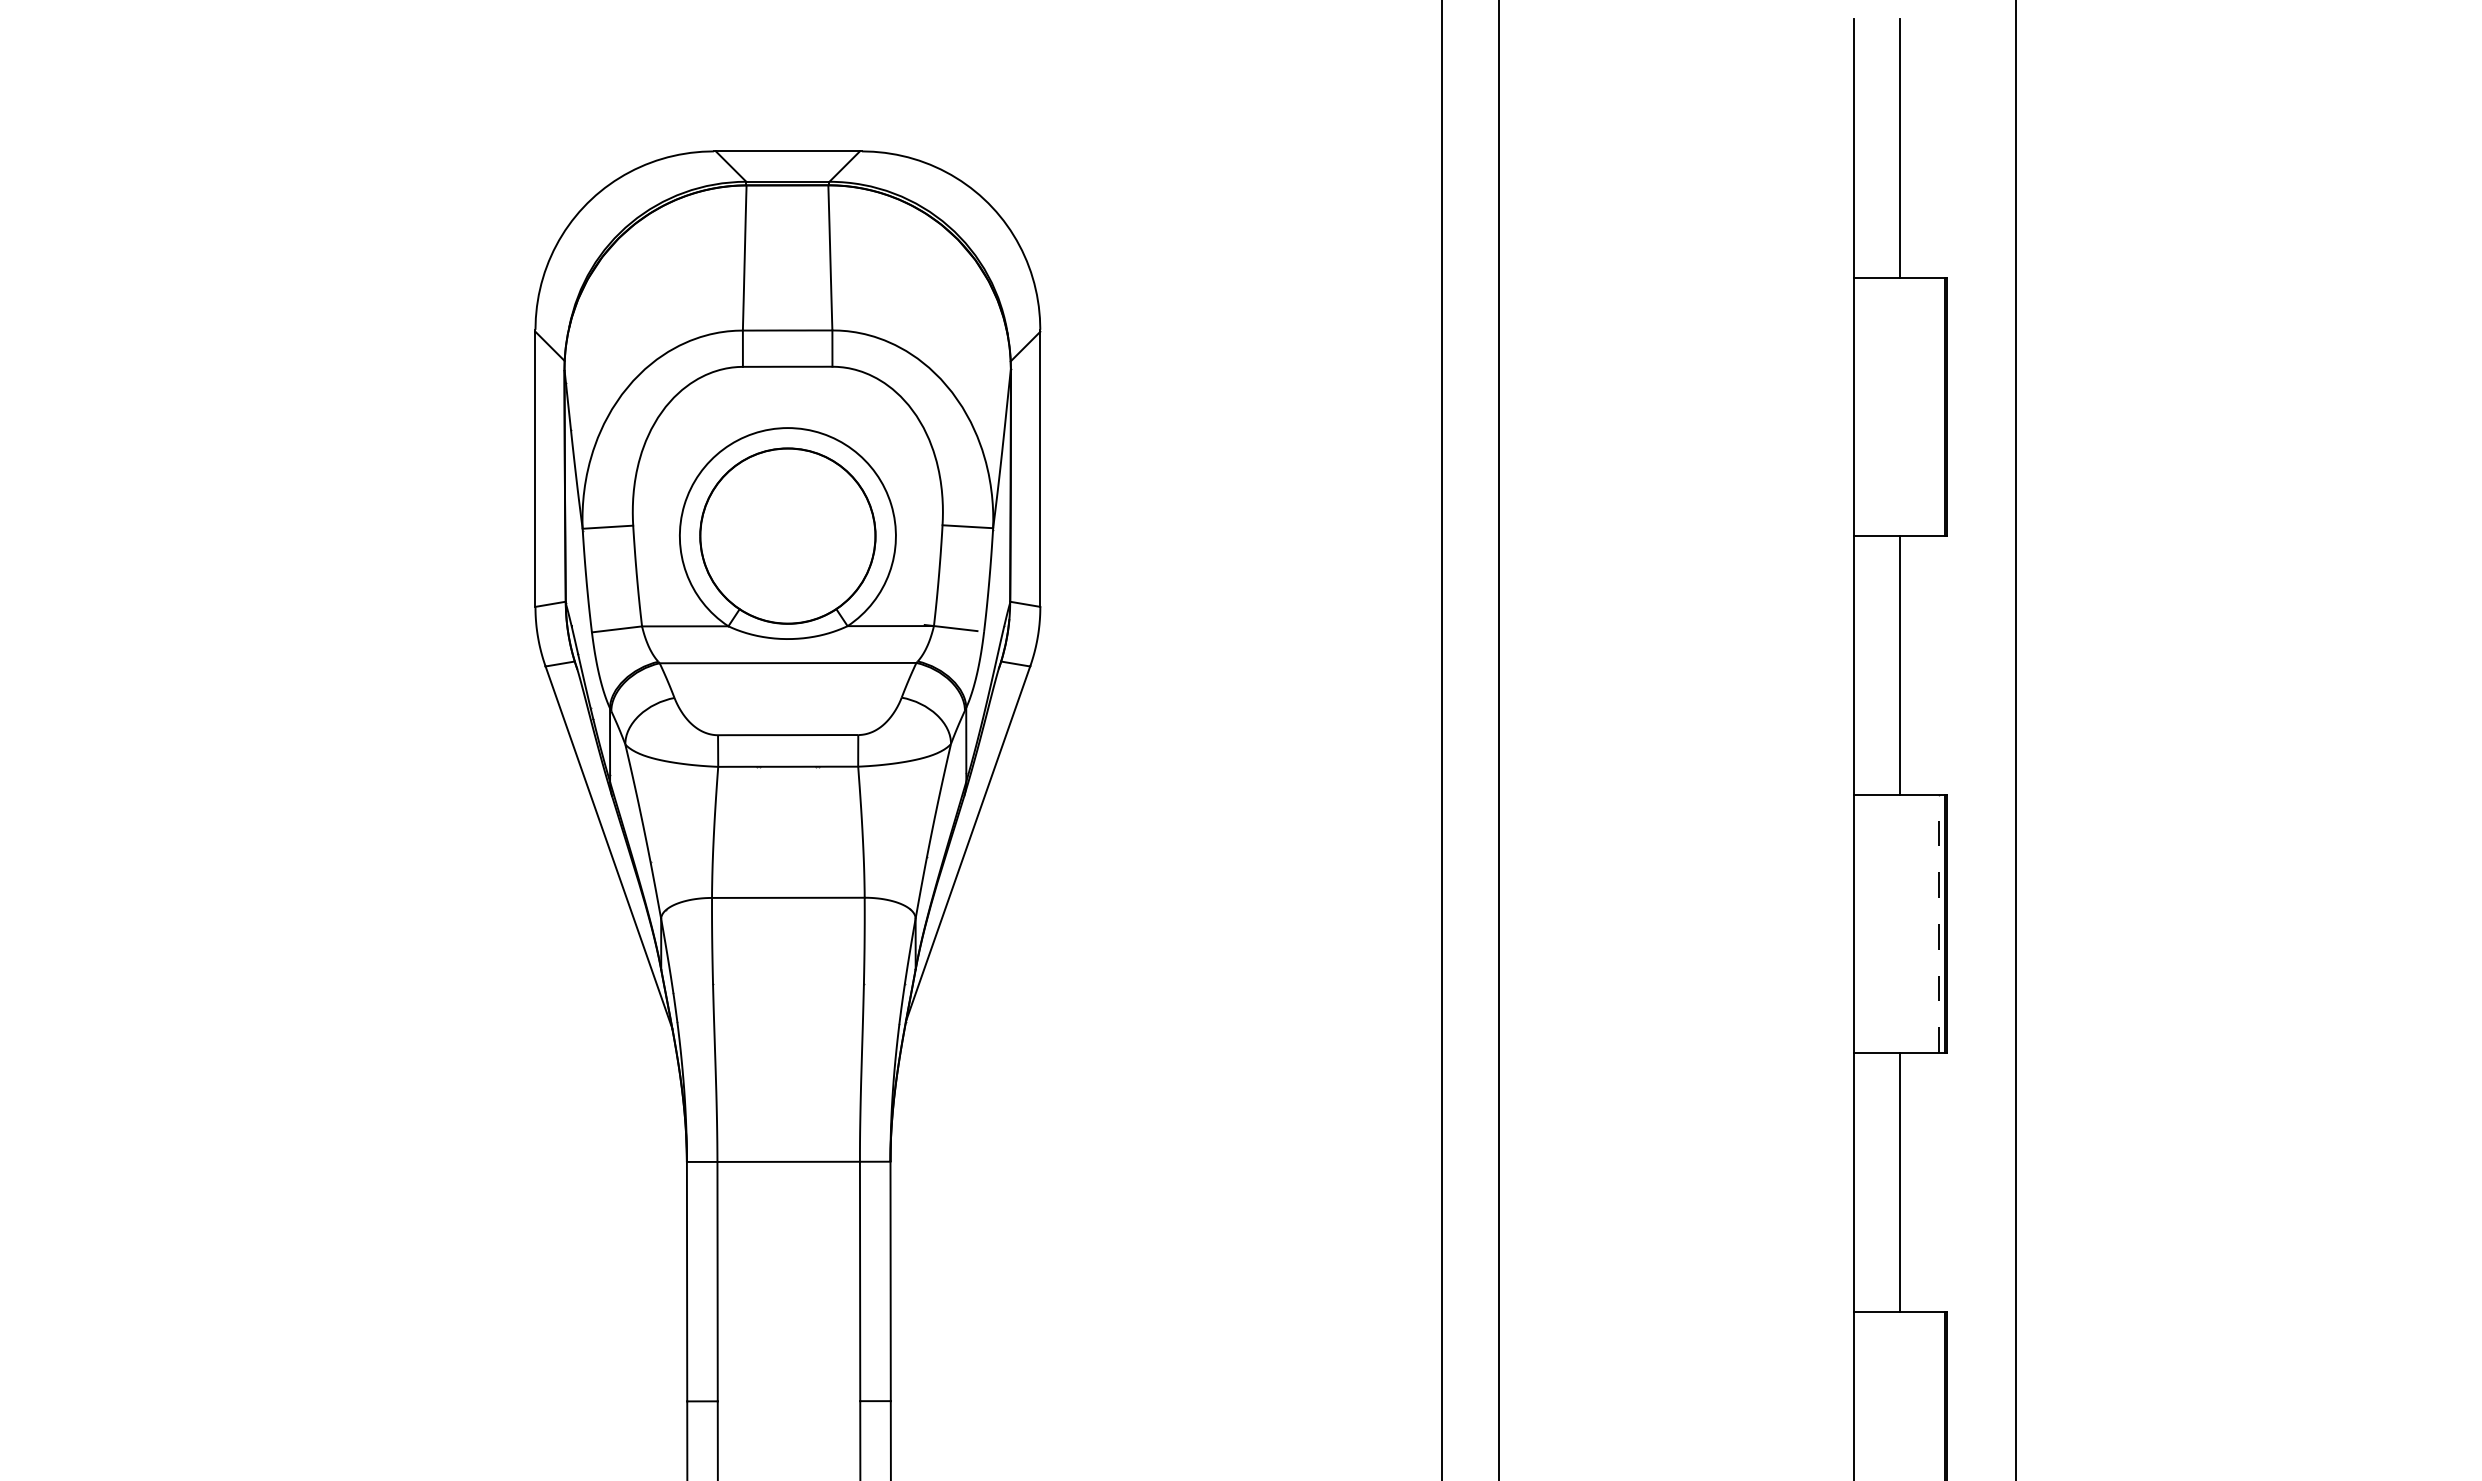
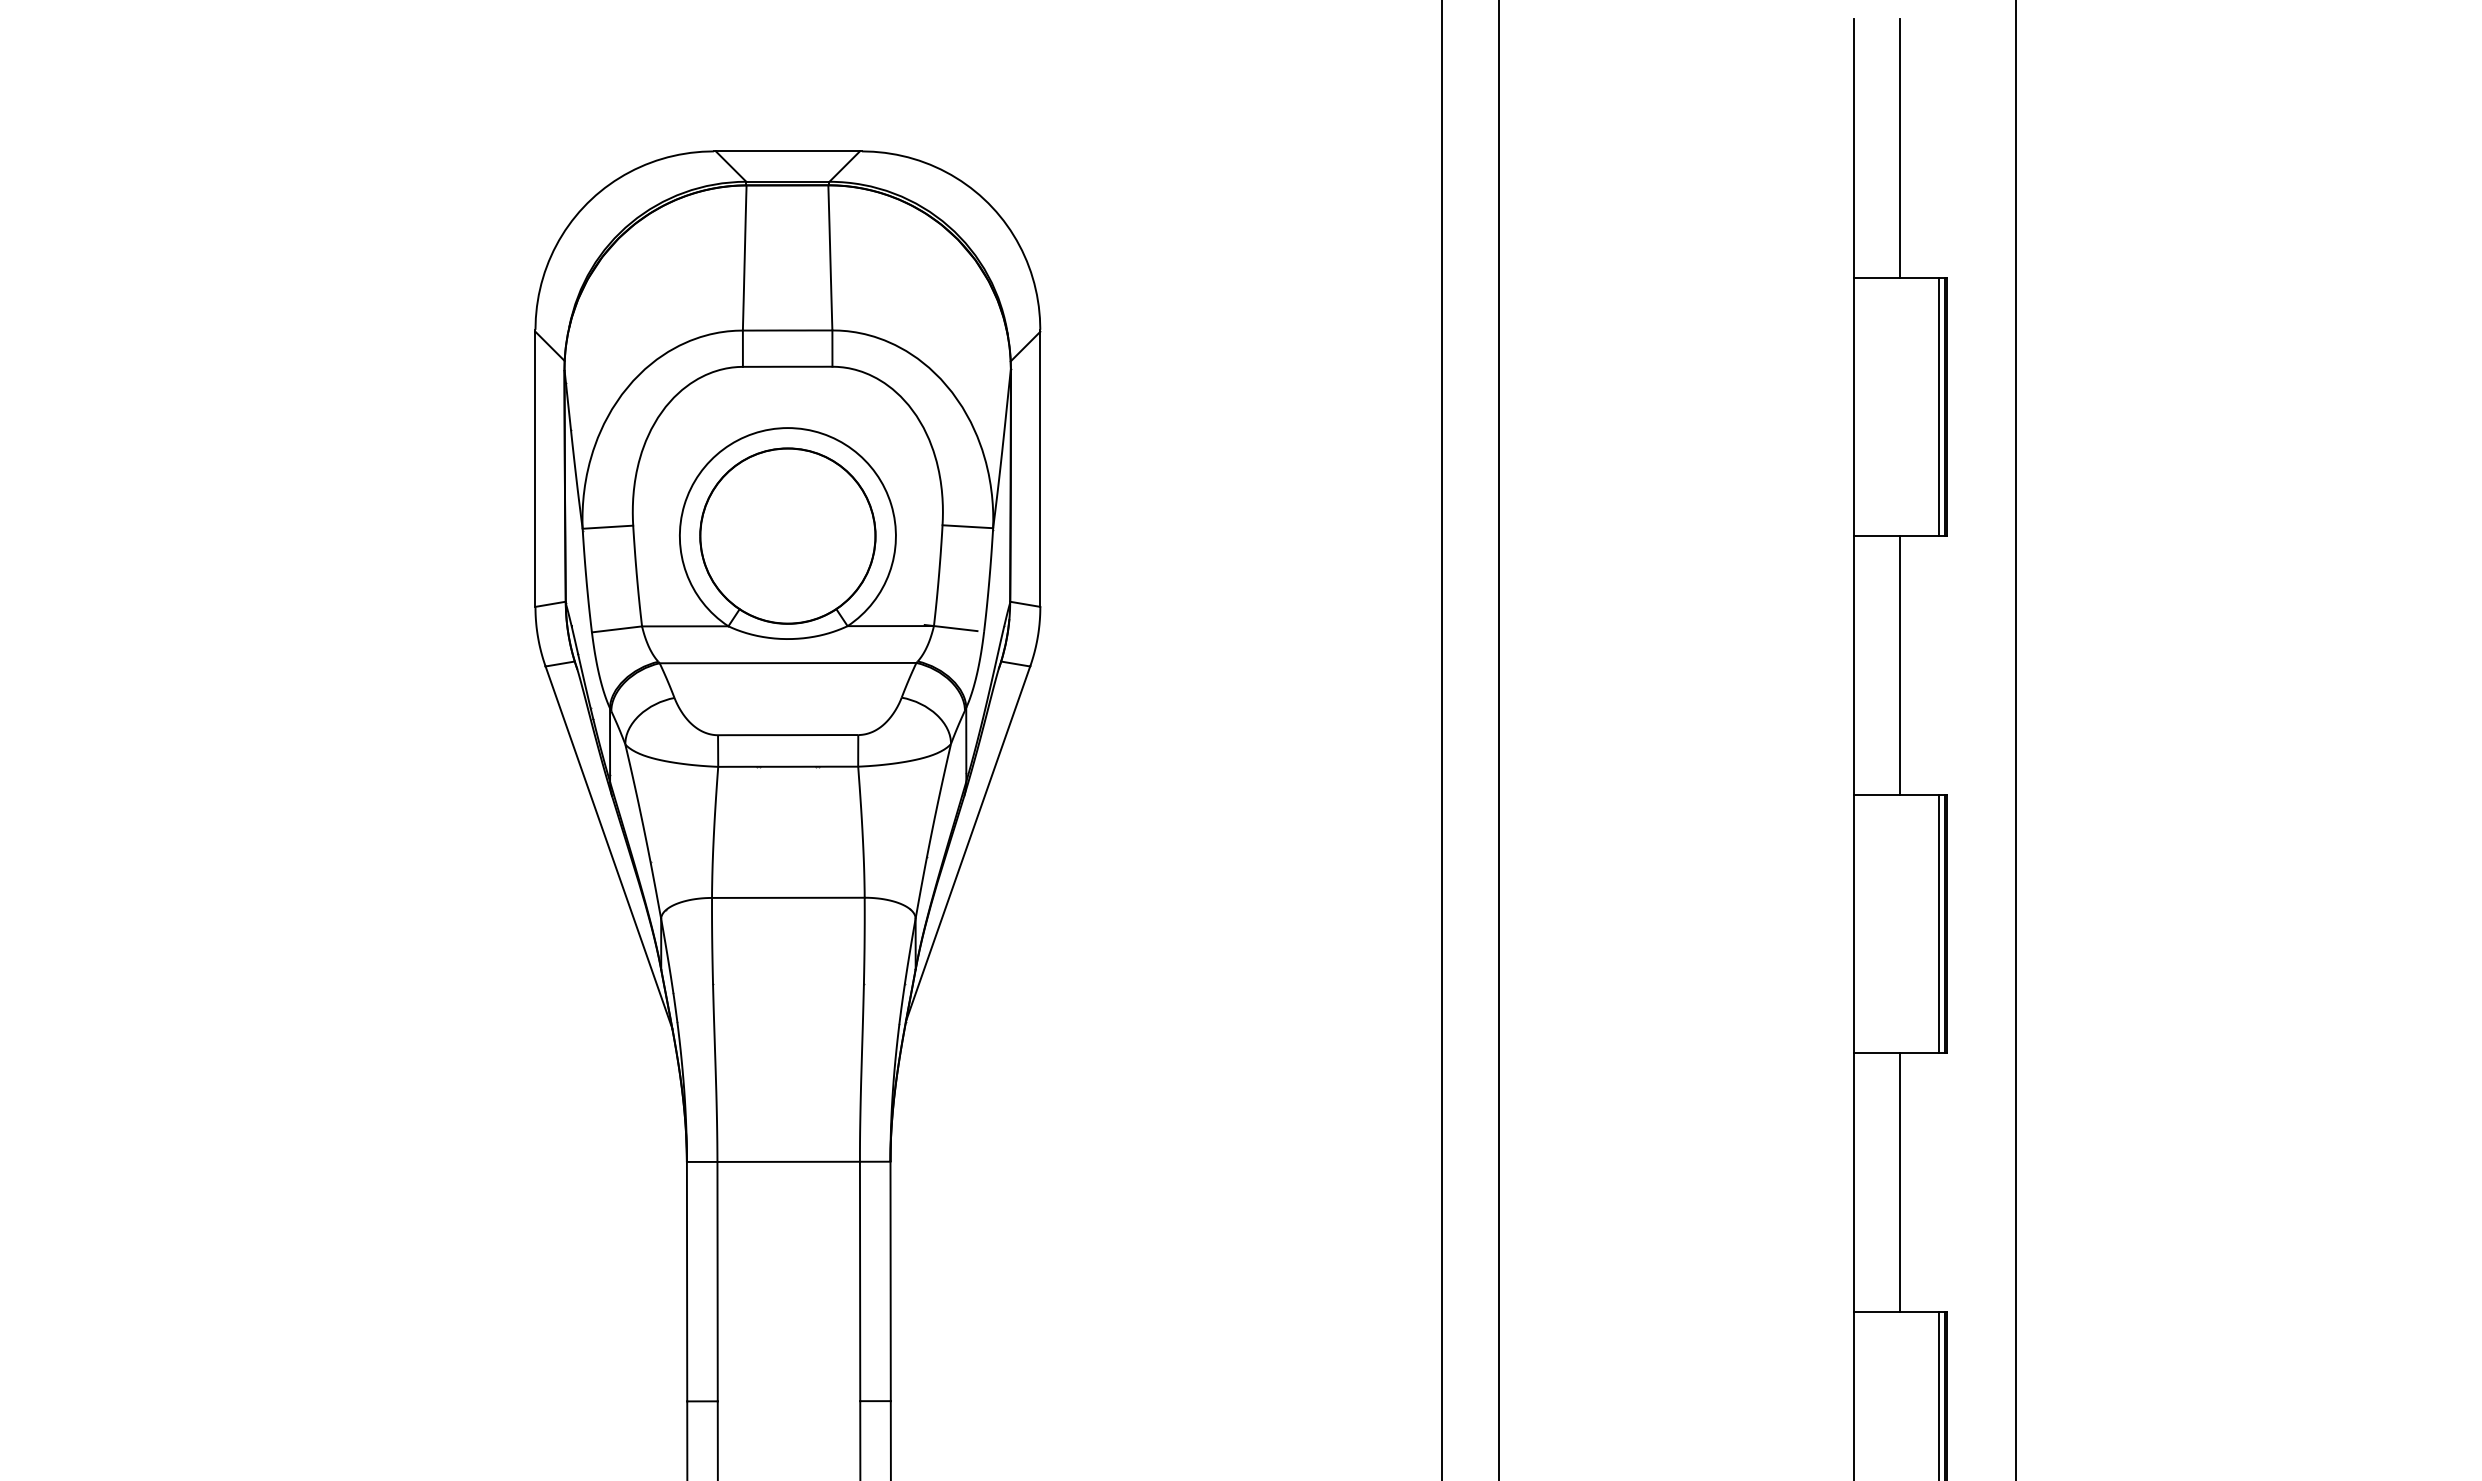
line at (1939, 406): none -> present
line at (1939, 923): dashed -> solid
line at (1939, 1394): none -> present
